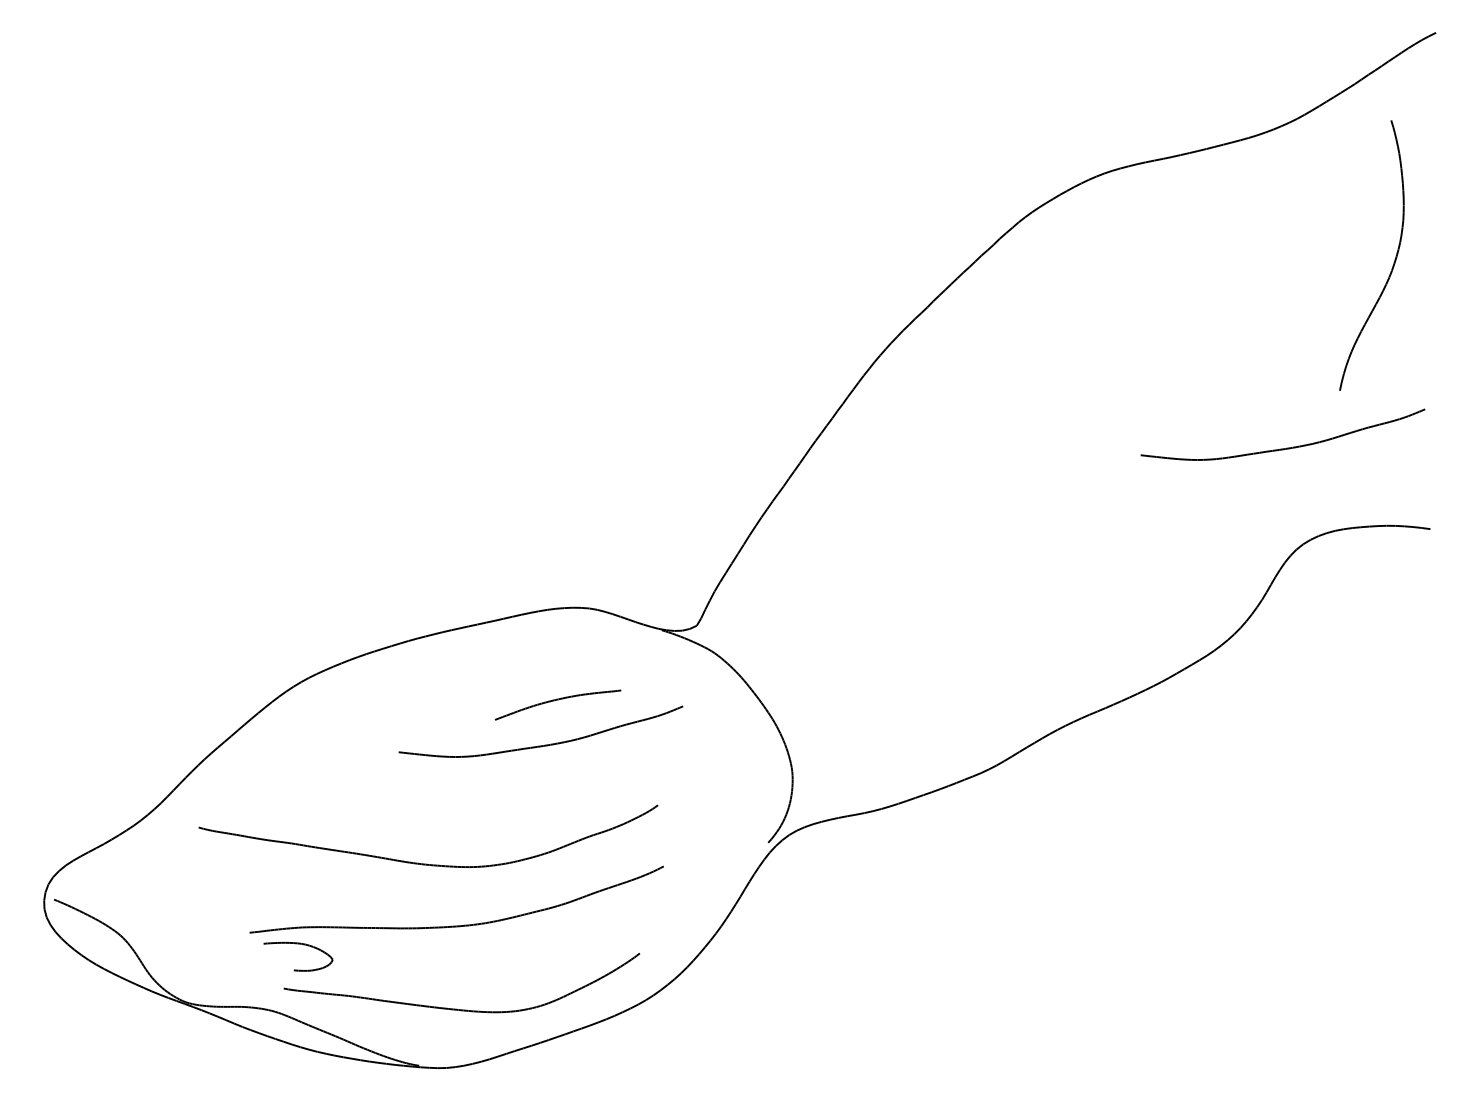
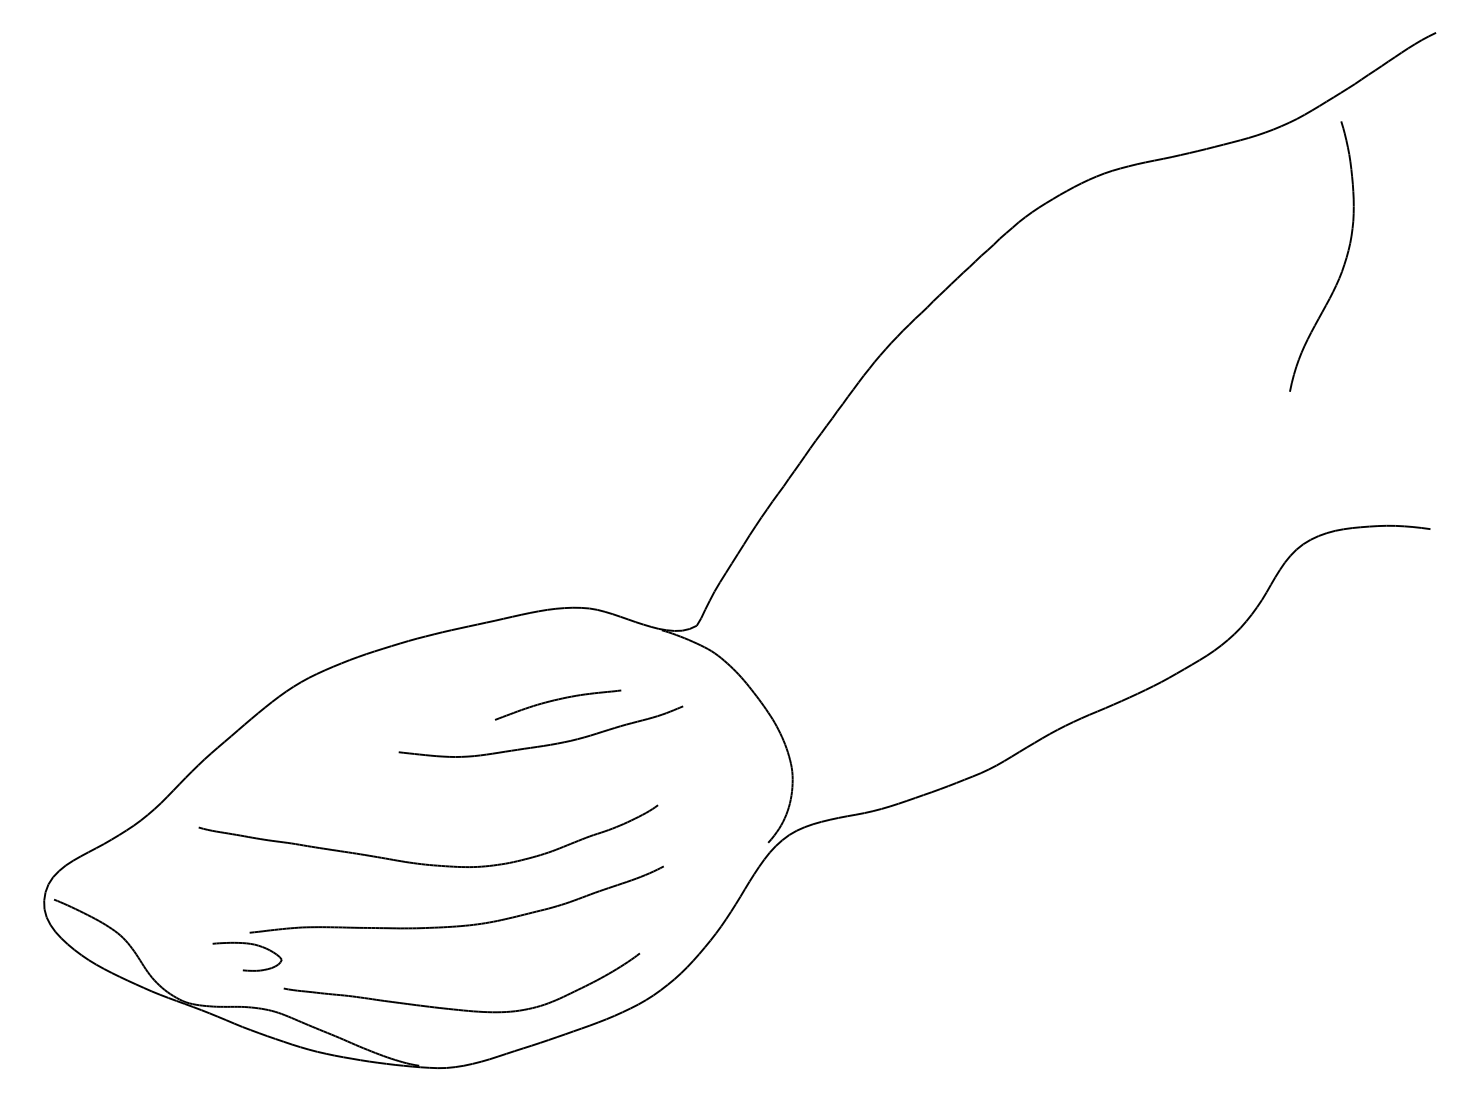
part at (1393, 262) position: (1393, 262) -> (1343, 263)
part at (1286, 447): present -> none
part at (298, 944) position: (298, 944) -> (247, 944)
